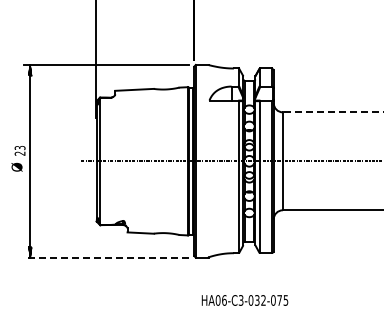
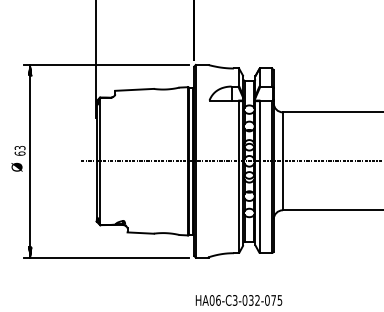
line at (332, 112): dashed -> solid
text at (19, 153): 23 -> 63
line at (106, 257): dashed -> solid
text at (244, 300) position: (244, 300) -> (238, 300)
